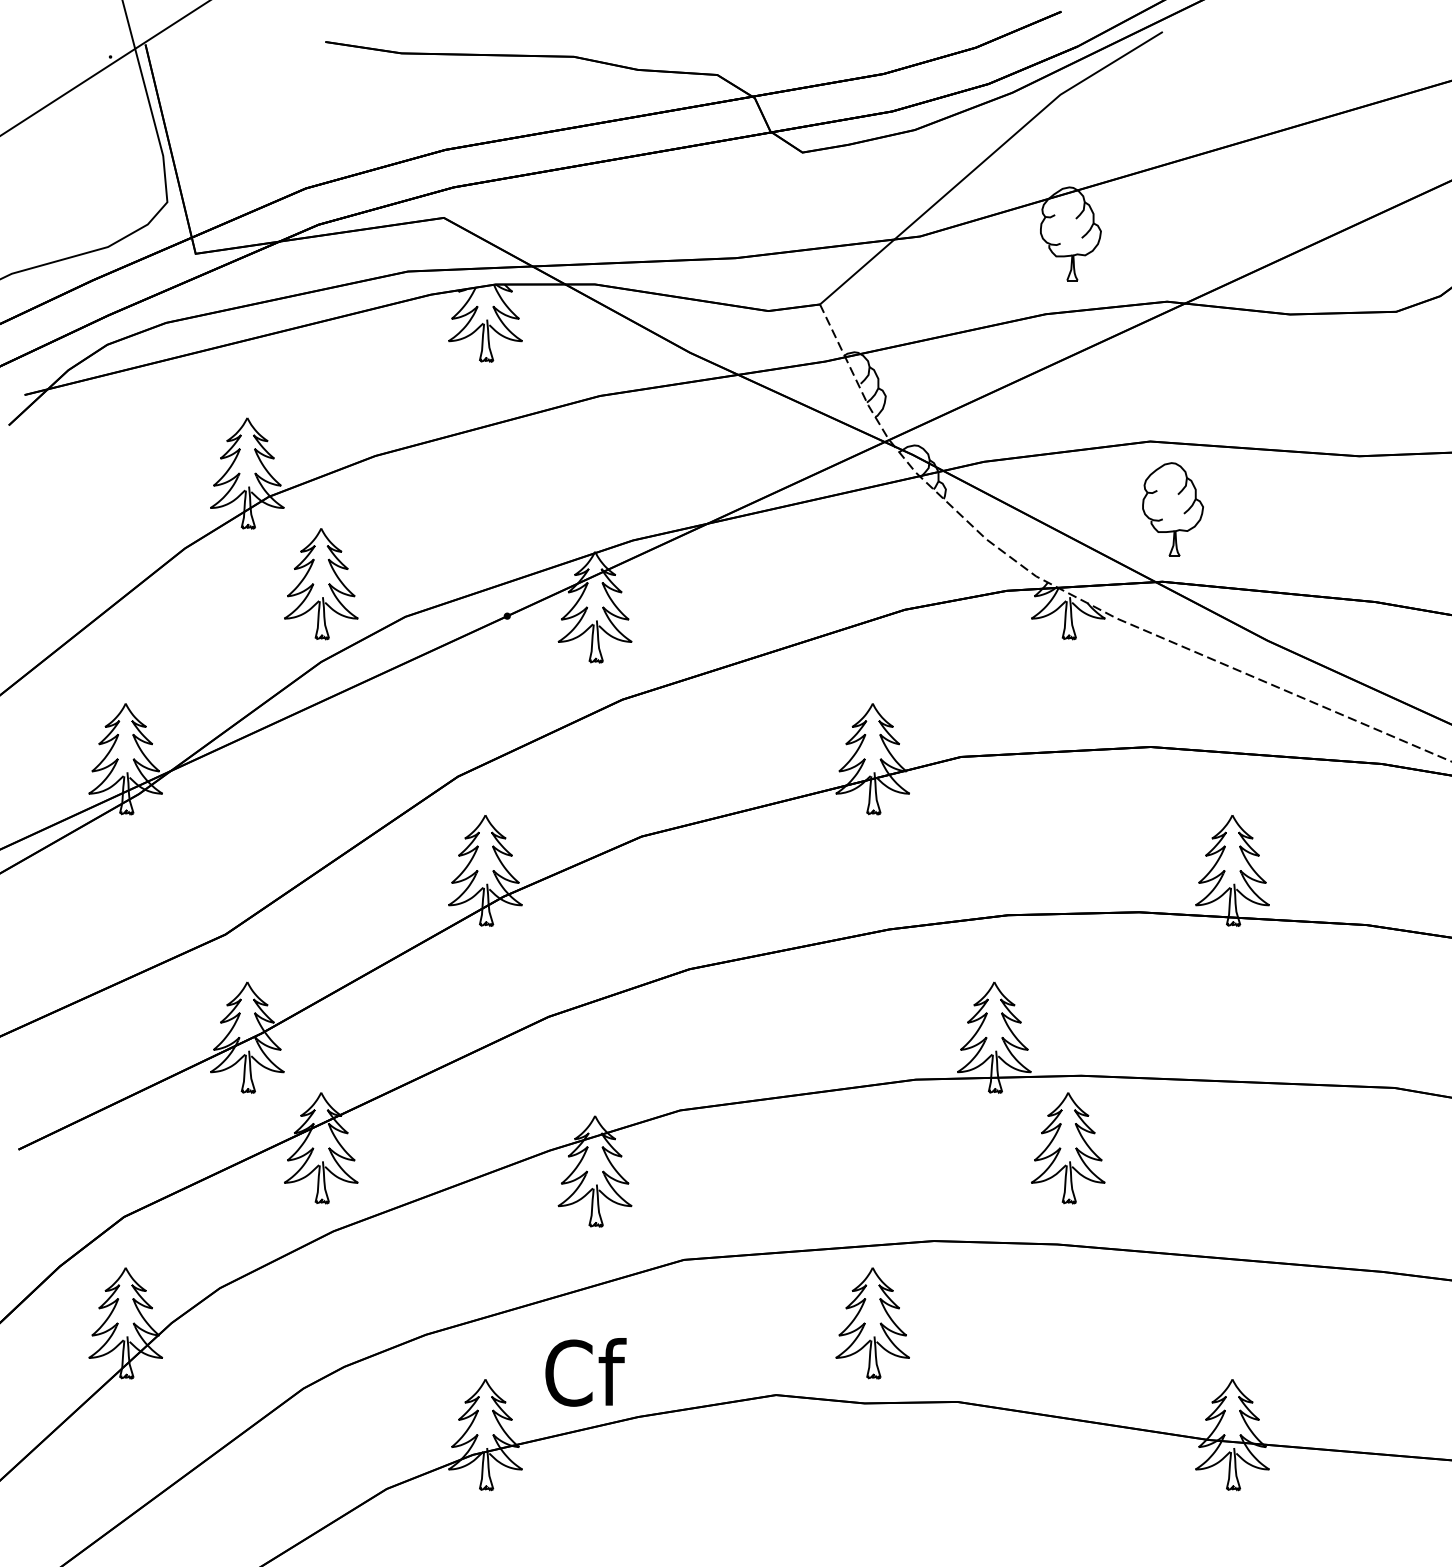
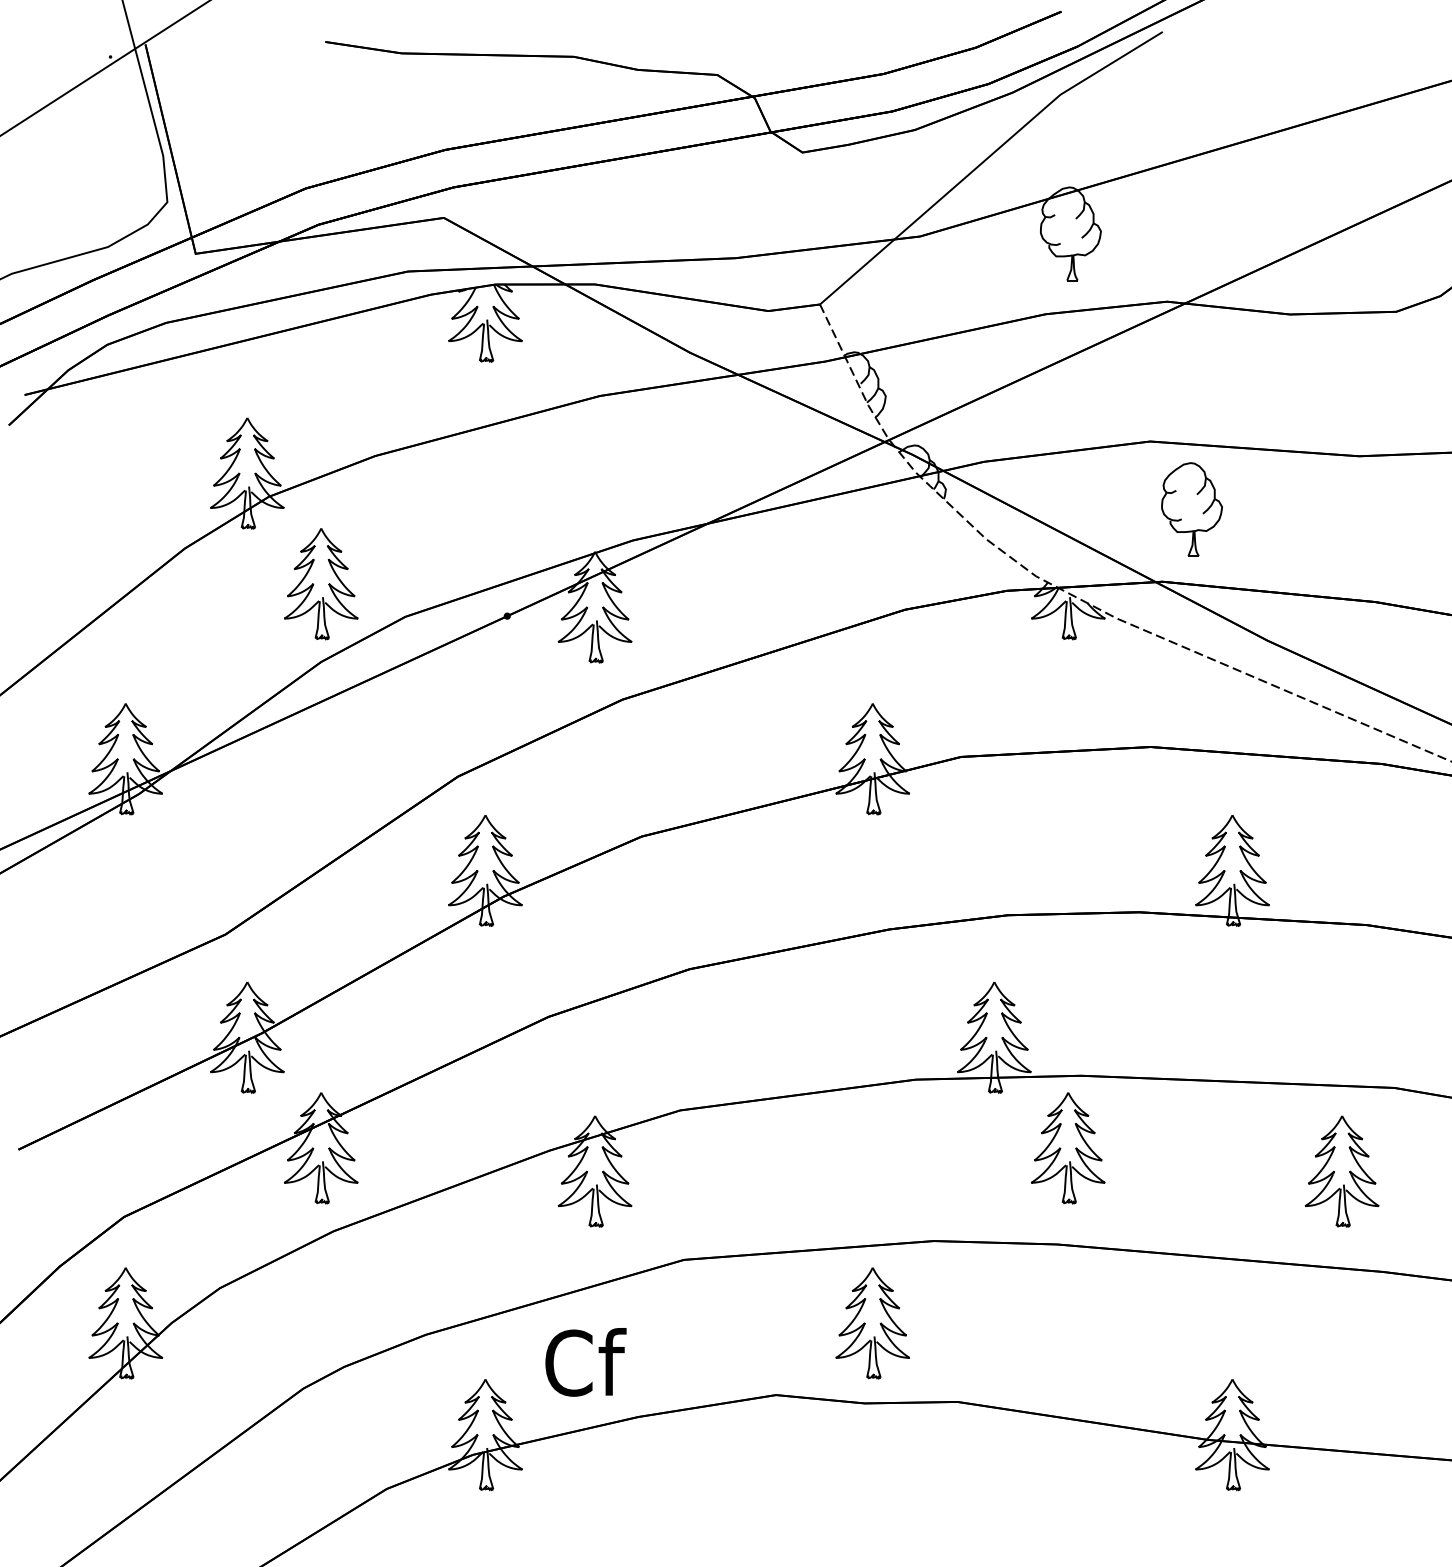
part at (1172, 509) position: (1172, 509) -> (1191, 509)
part at (1341, 1171): none -> present
text at (585, 1372) position: (585, 1372) -> (585, 1362)
